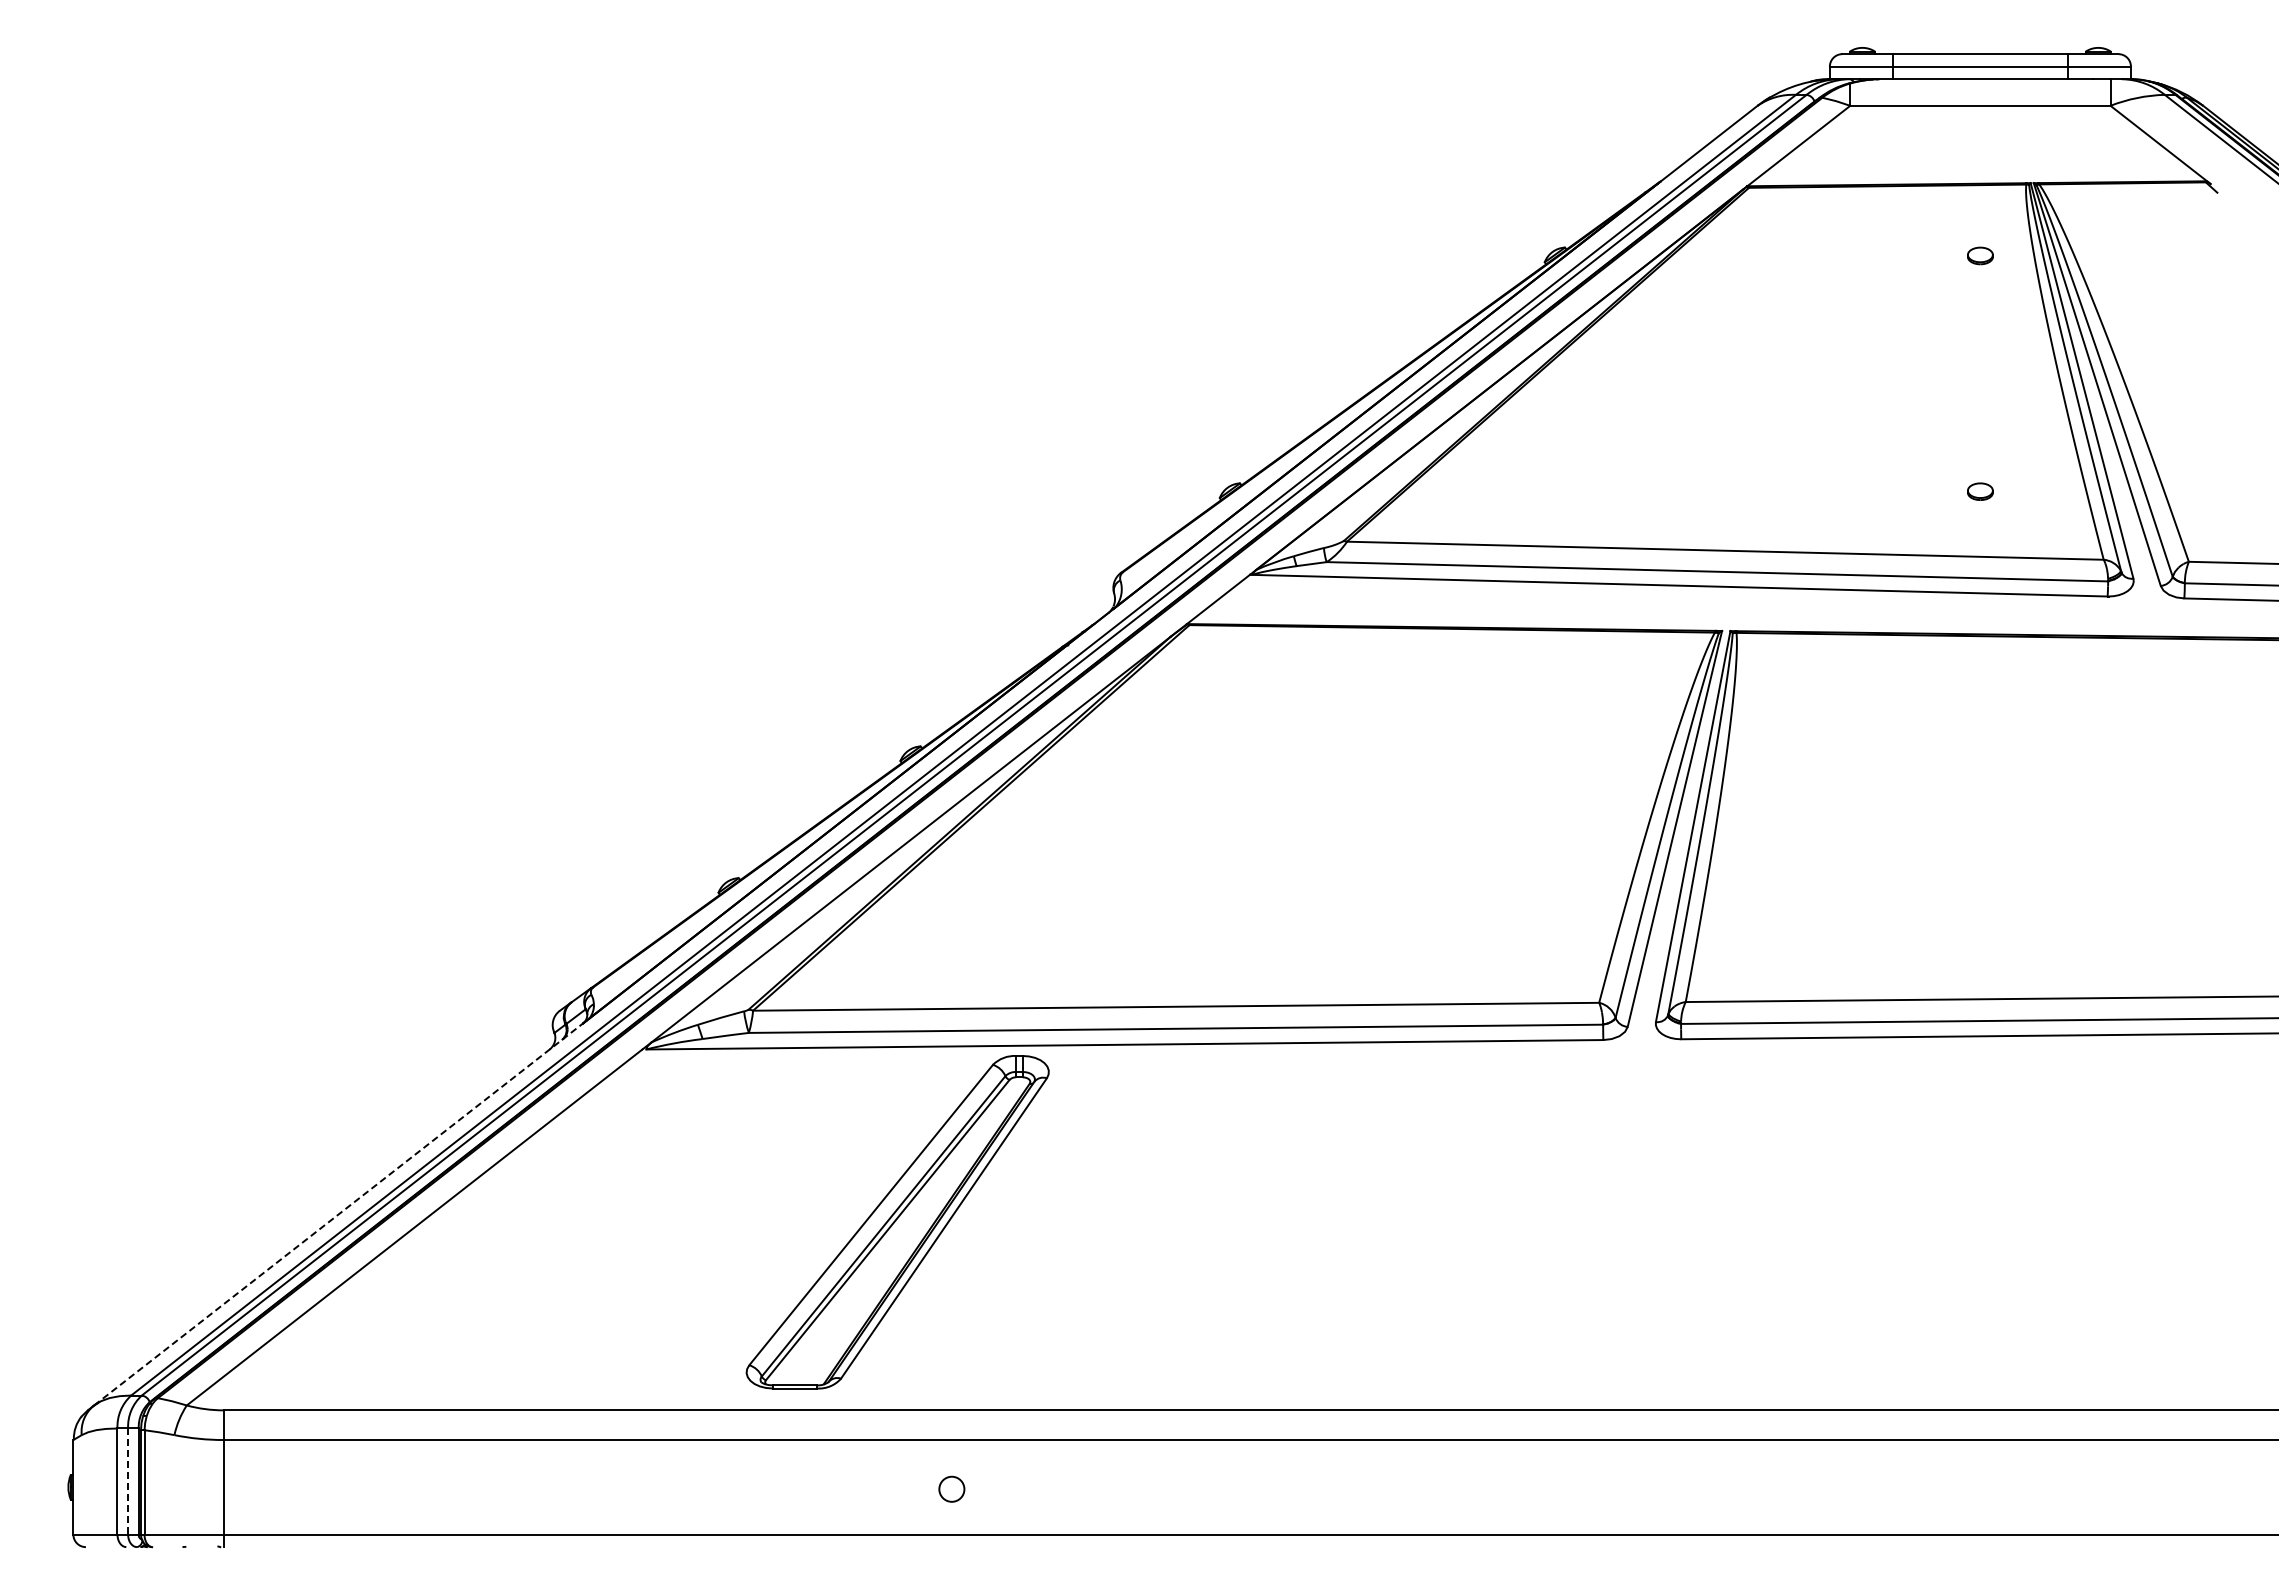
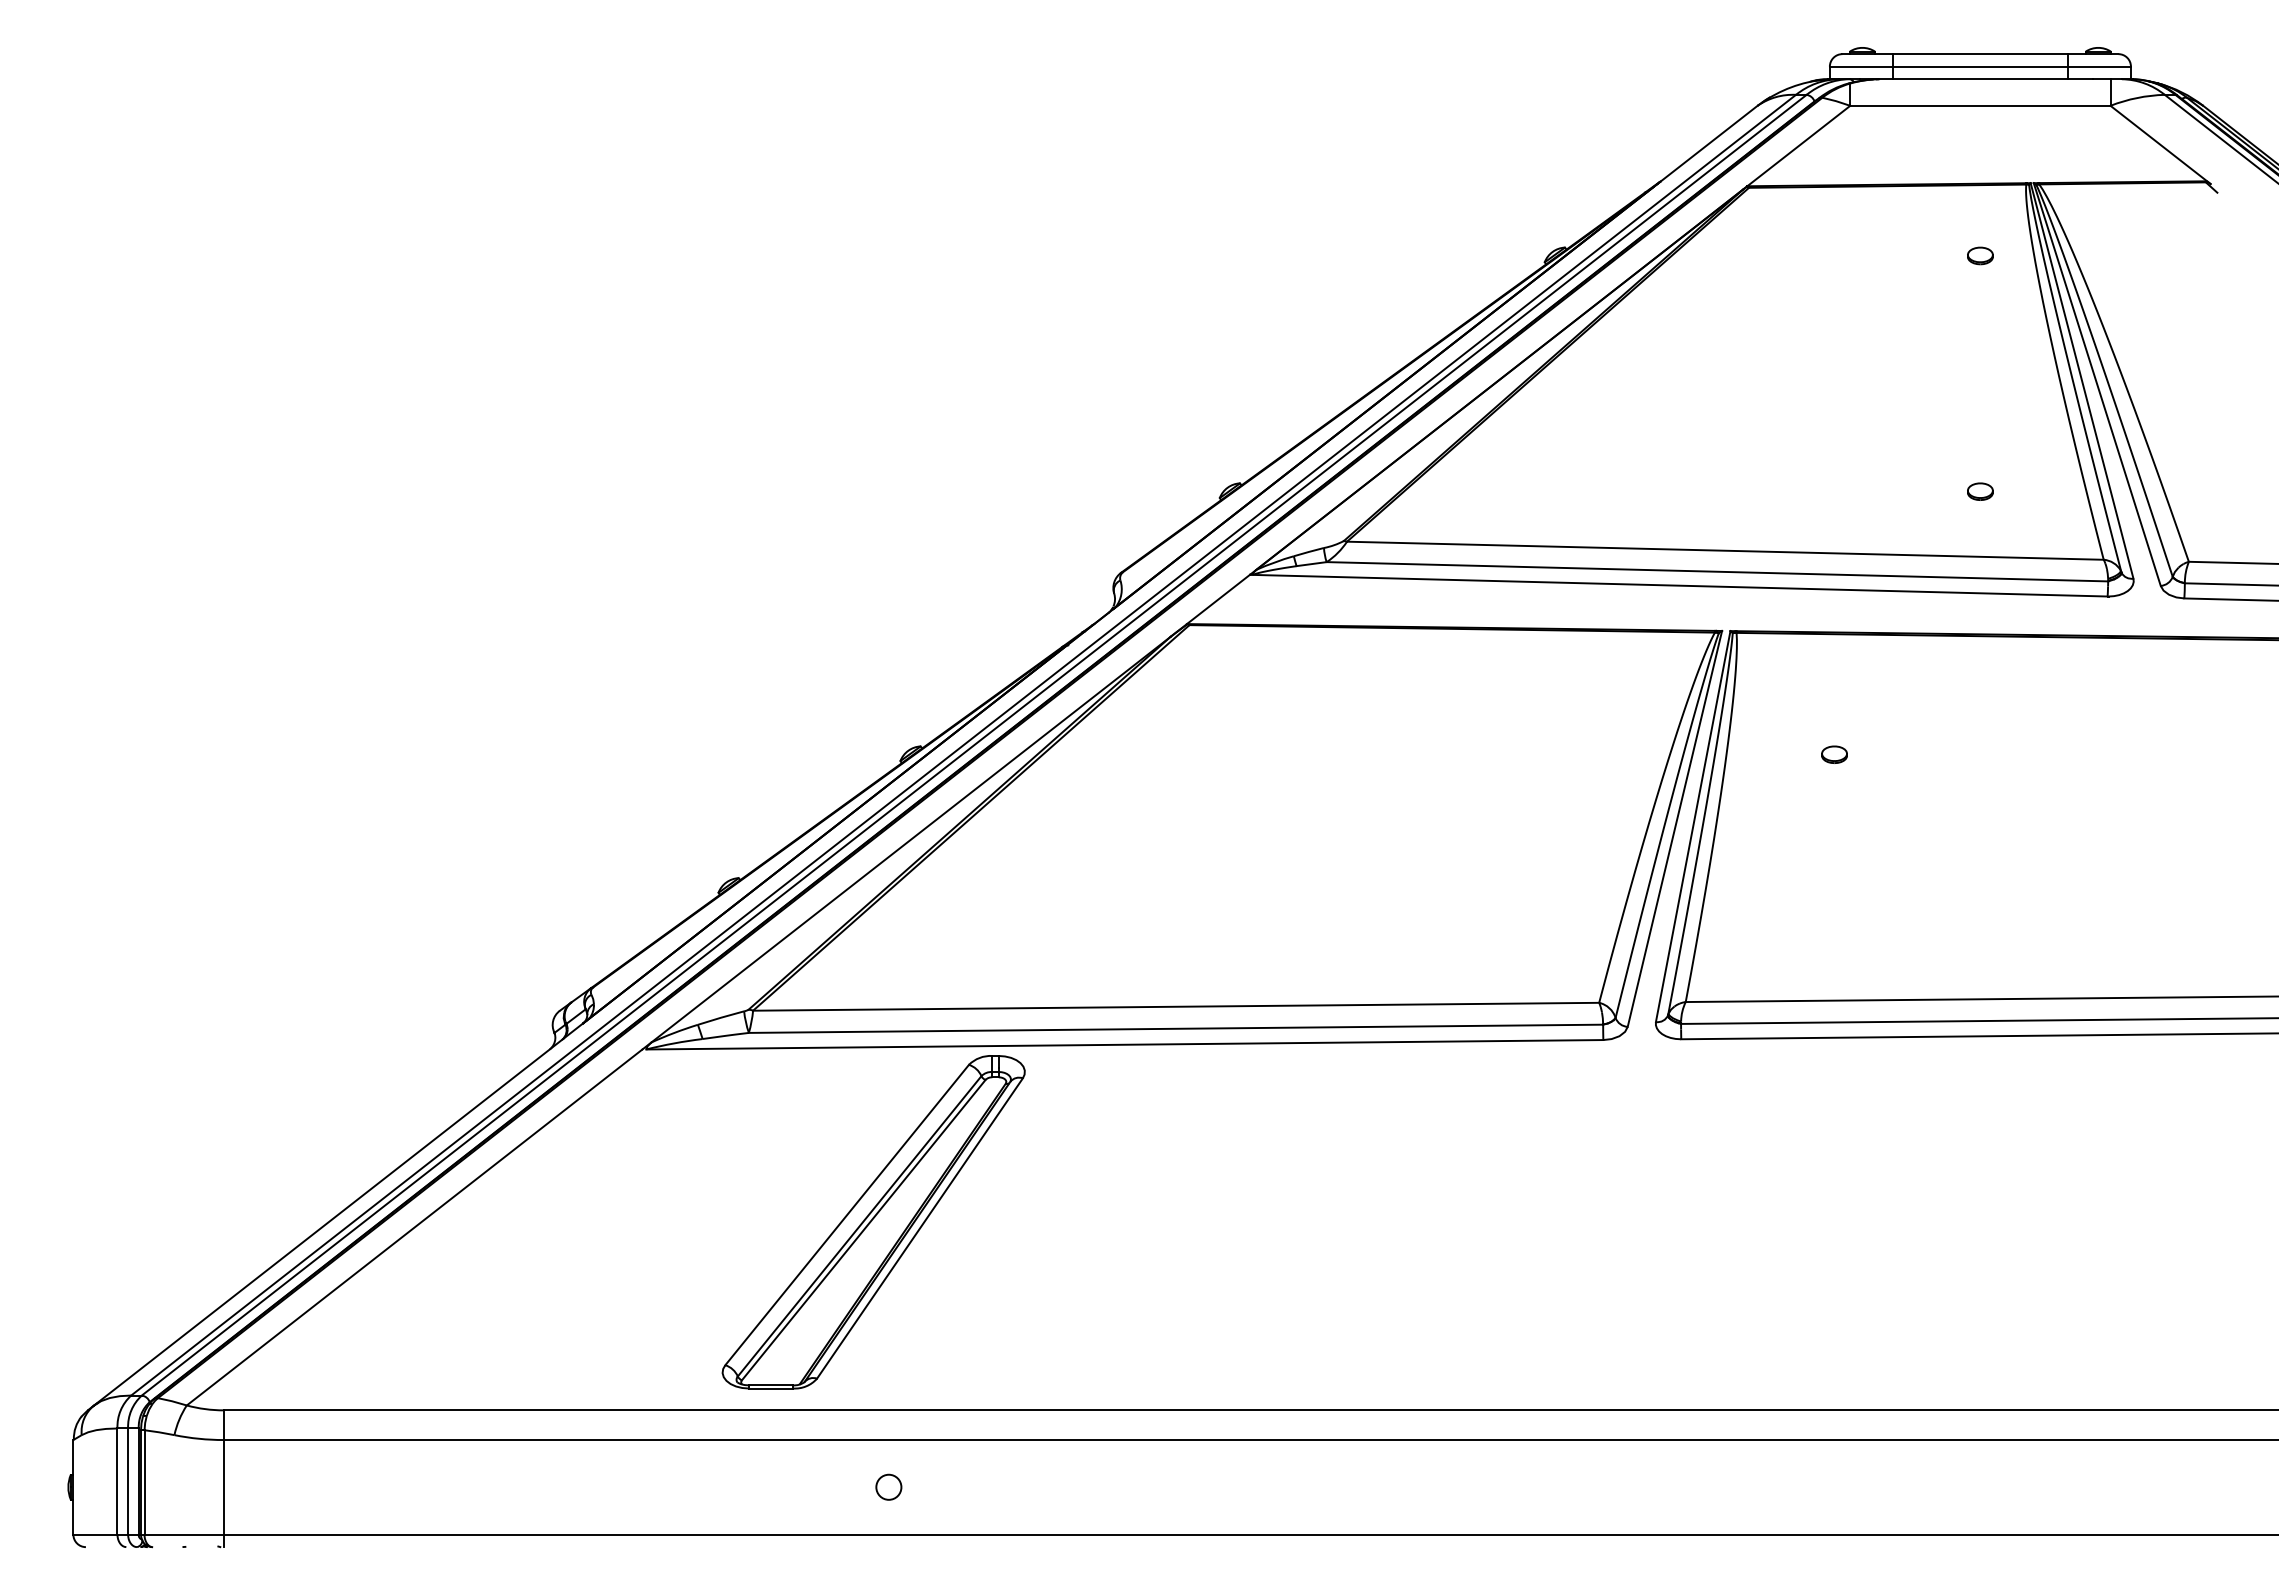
part at (1834, 754): none -> present
line at (338, 1214): dashed -> solid
part at (897, 1222) position: (897, 1222) -> (873, 1222)
line at (128, 1482): dashed -> solid
circle at (951, 1488) position: (951, 1488) -> (888, 1486)
